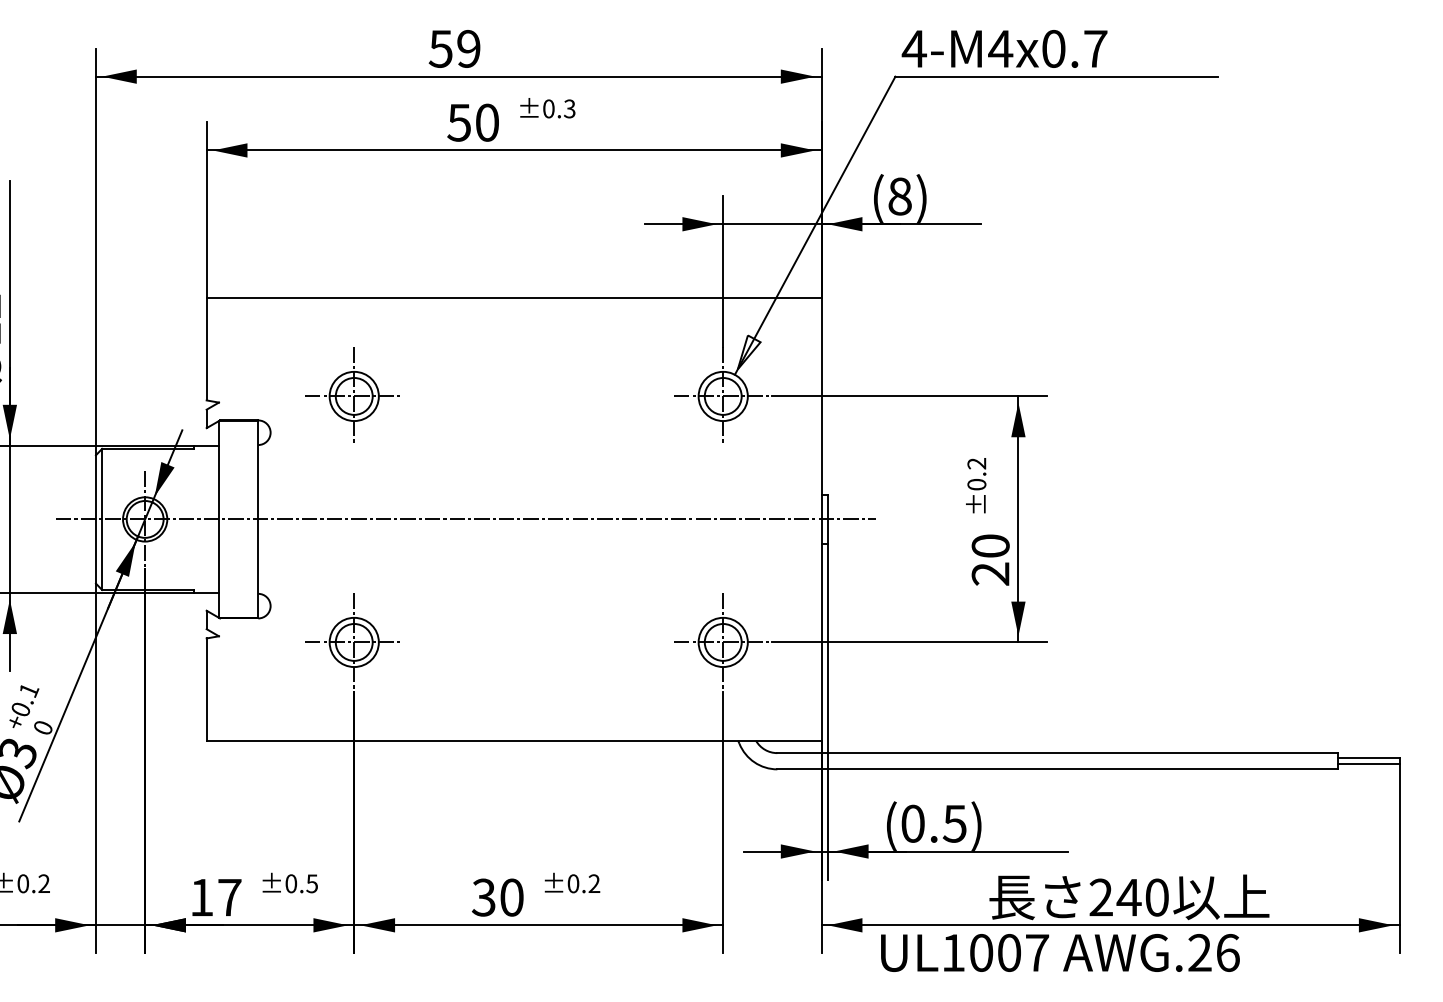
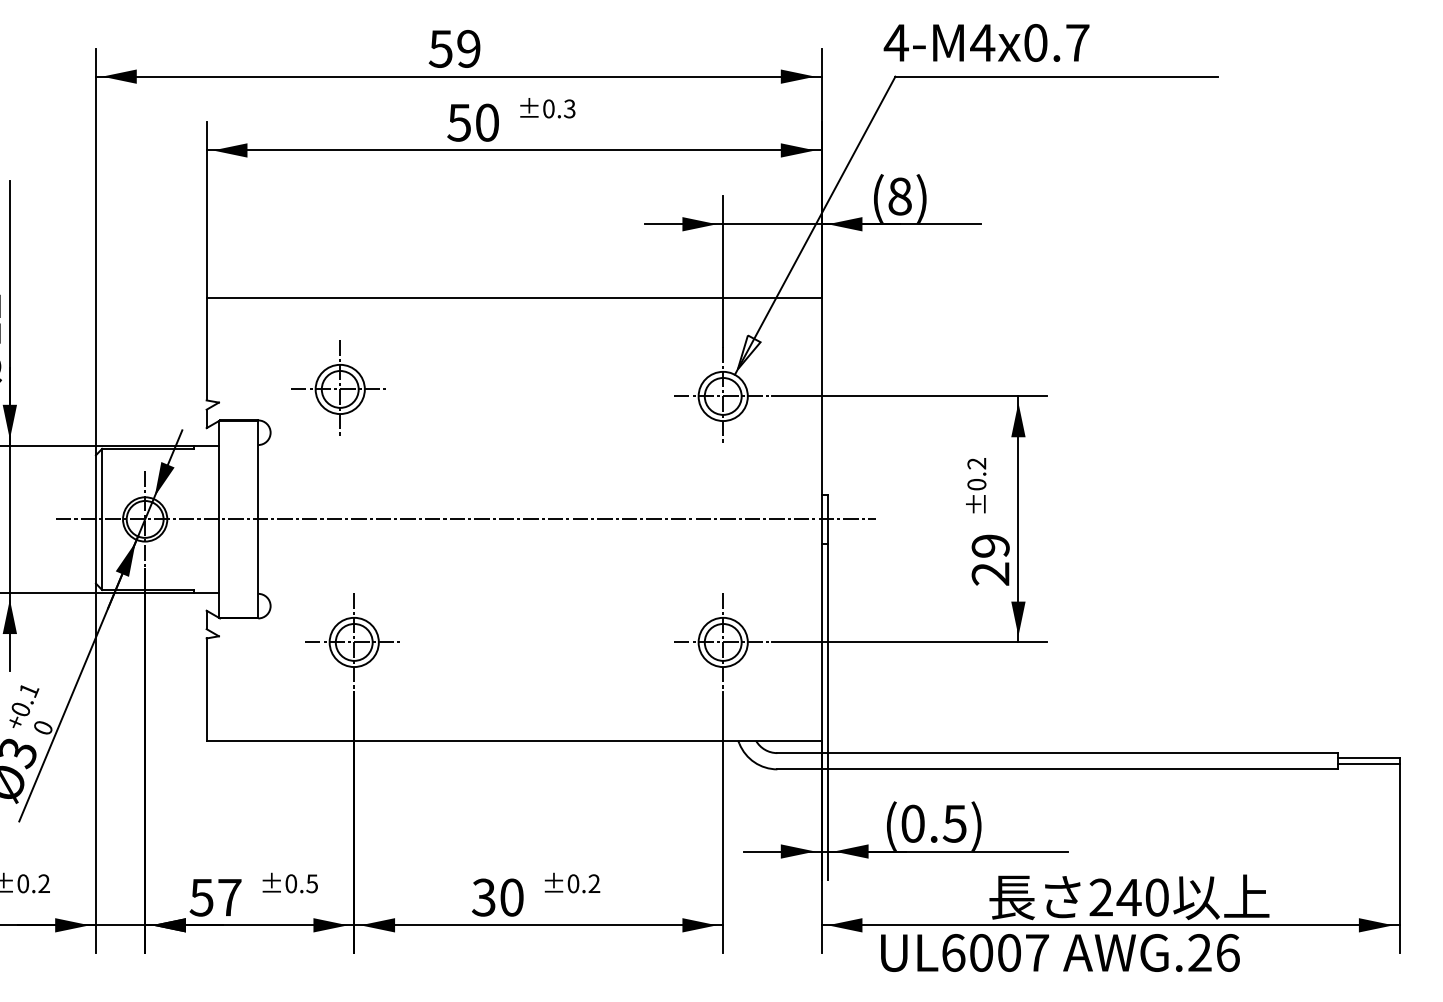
text at (1004, 48) position: (1004, 48) -> (986, 42)
part at (352, 394) position: (352, 394) -> (338, 387)
text at (990, 545): 20 -> 29
text at (201, 897): 17 -> 57
text at (953, 952): UL1007 -> UL6007
